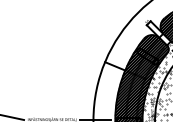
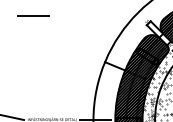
line at (33, 15): none -> present
